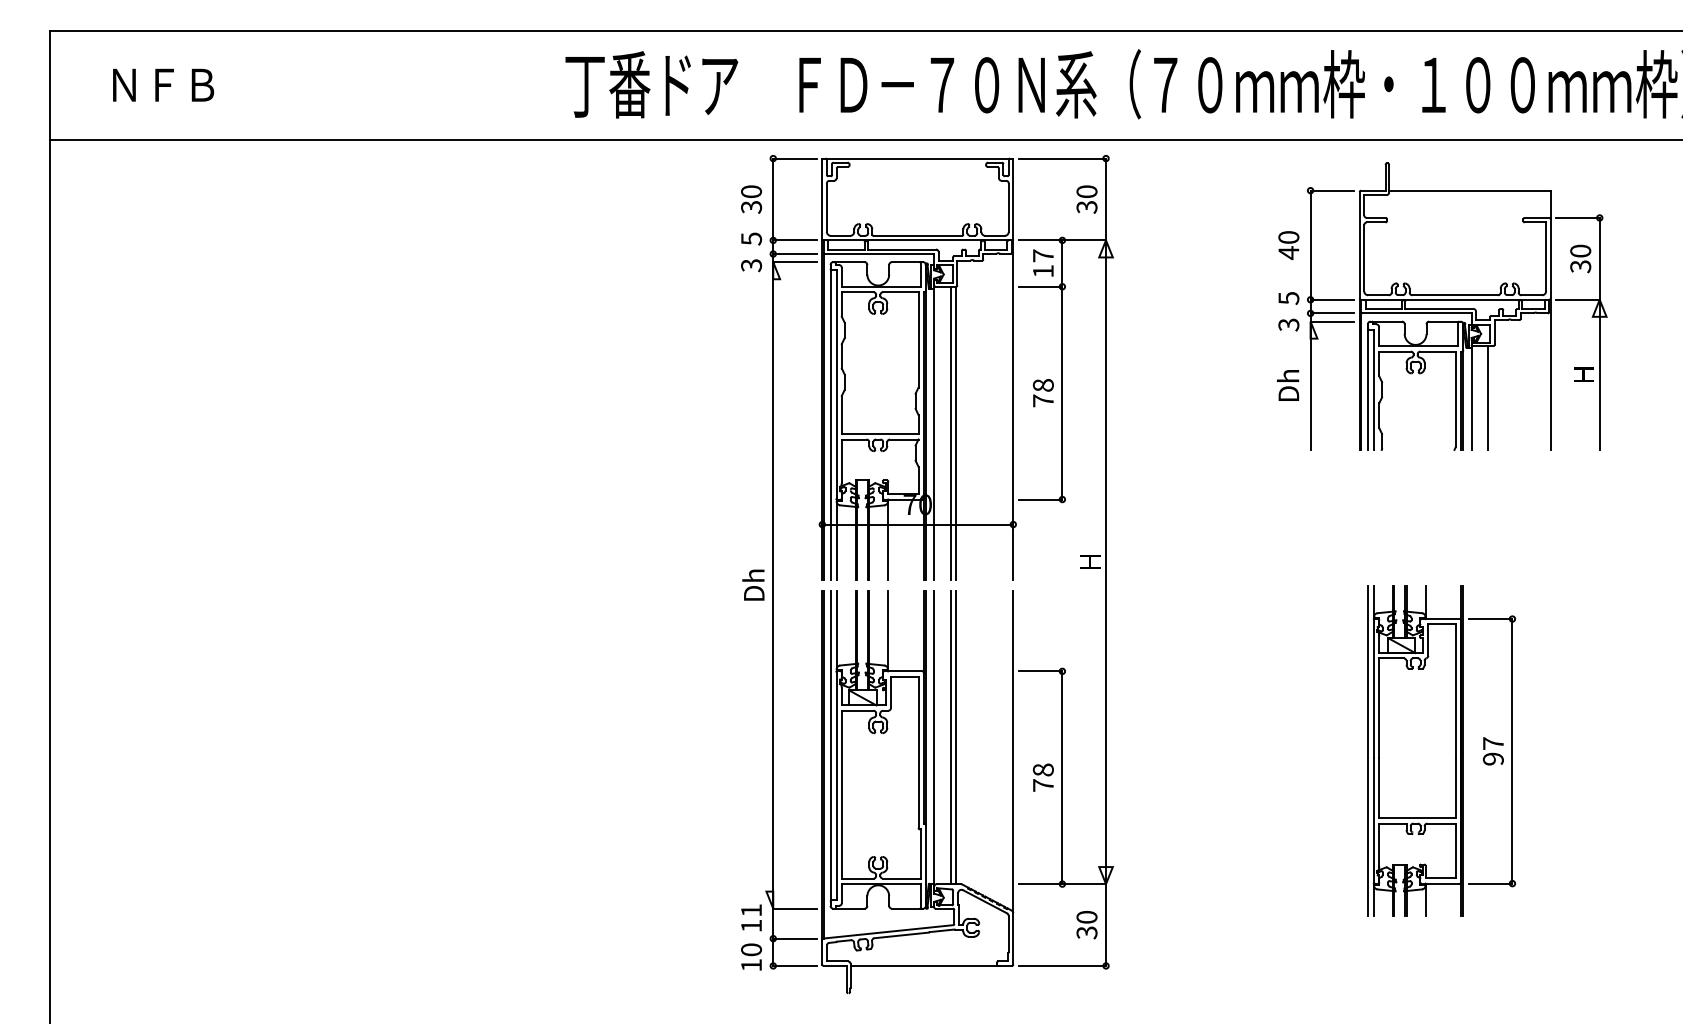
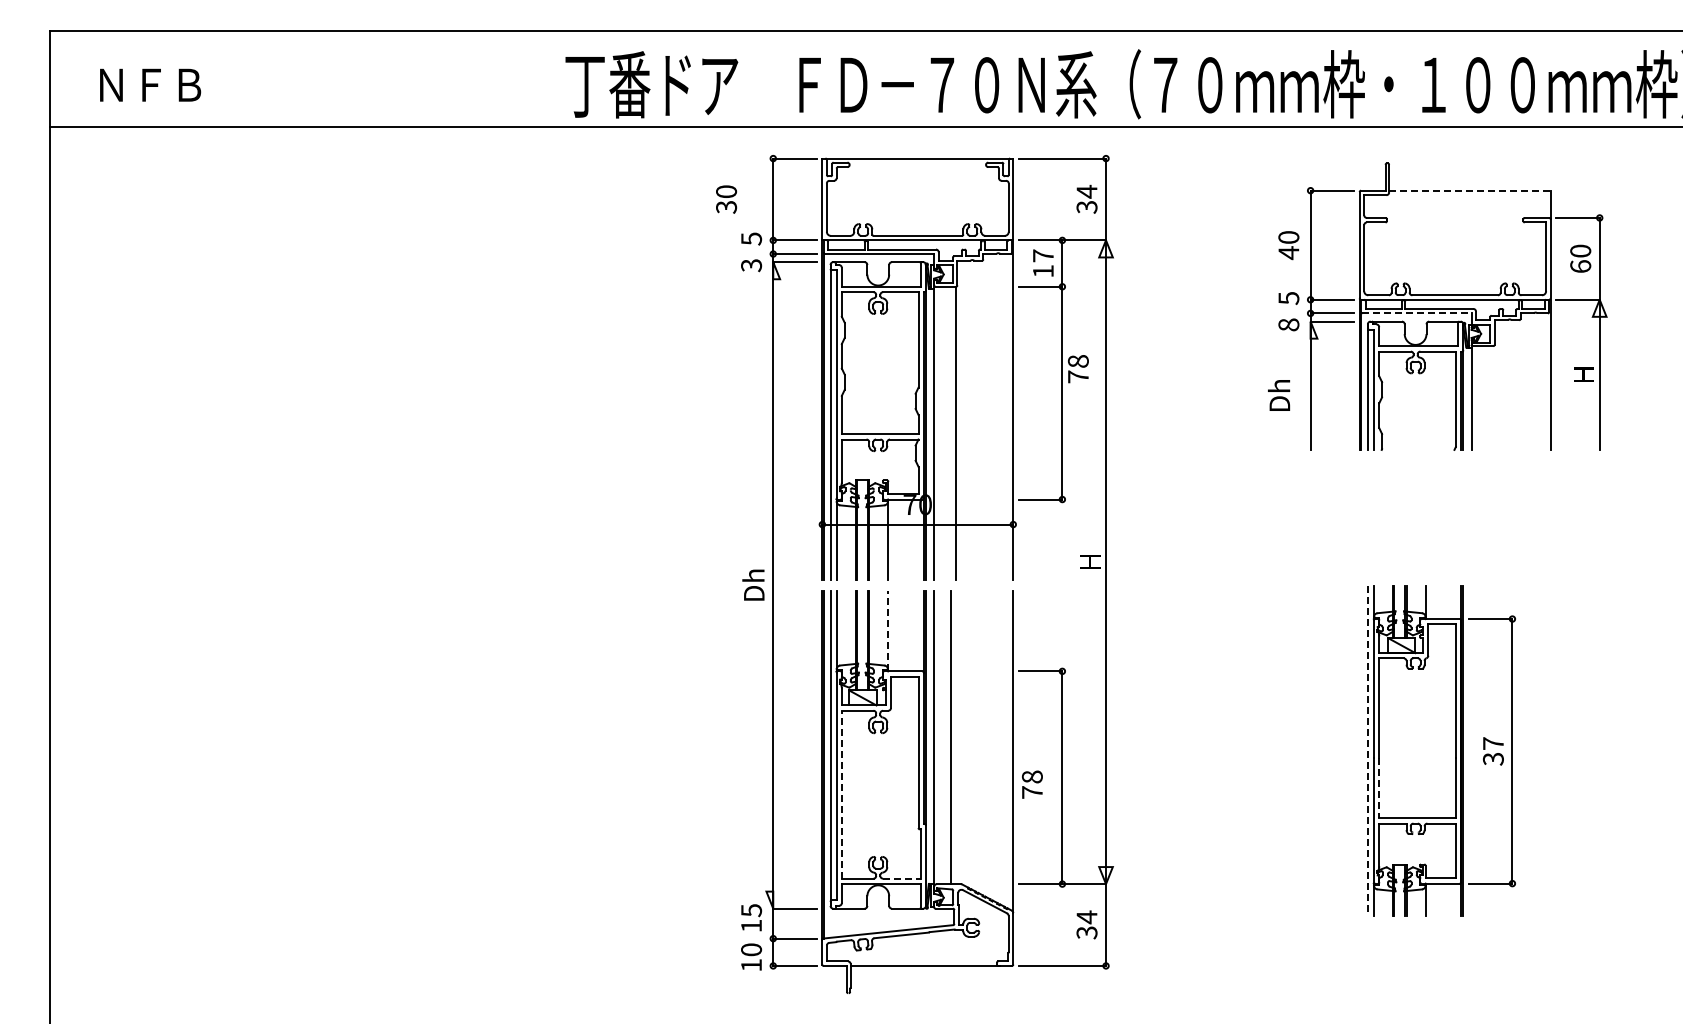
text at (163, 84) position: (163, 84) -> (150, 84)
line at (864, 139) position: (864, 139) -> (864, 126)
line at (1469, 190): solid -> dashed
text at (1086, 191): 30 -> 34
text at (751, 199) position: (751, 199) -> (726, 199)
text at (1580, 266): 30 -> 60
line at (1416, 313): solid -> dashed
text at (1288, 324): 3 -> 8
text at (1288, 385) position: (1288, 385) -> (1279, 395)
text at (1043, 393) position: (1043, 393) -> (1078, 369)
line at (1487, 397): present -> none
line at (950, 432): present -> none
line at (888, 630): solid -> dashed
line at (956, 737): present -> none
line at (1367, 751): solid -> dashed
text at (1493, 758): 97 -> 37
text at (1043, 777) position: (1043, 777) -> (1032, 784)
line at (1379, 788): solid -> dashed
line at (841, 794): solid -> dashed
line at (901, 878): solid -> dashed
text at (751, 910): 11 -> 15
text at (1086, 917): 30 -> 34
